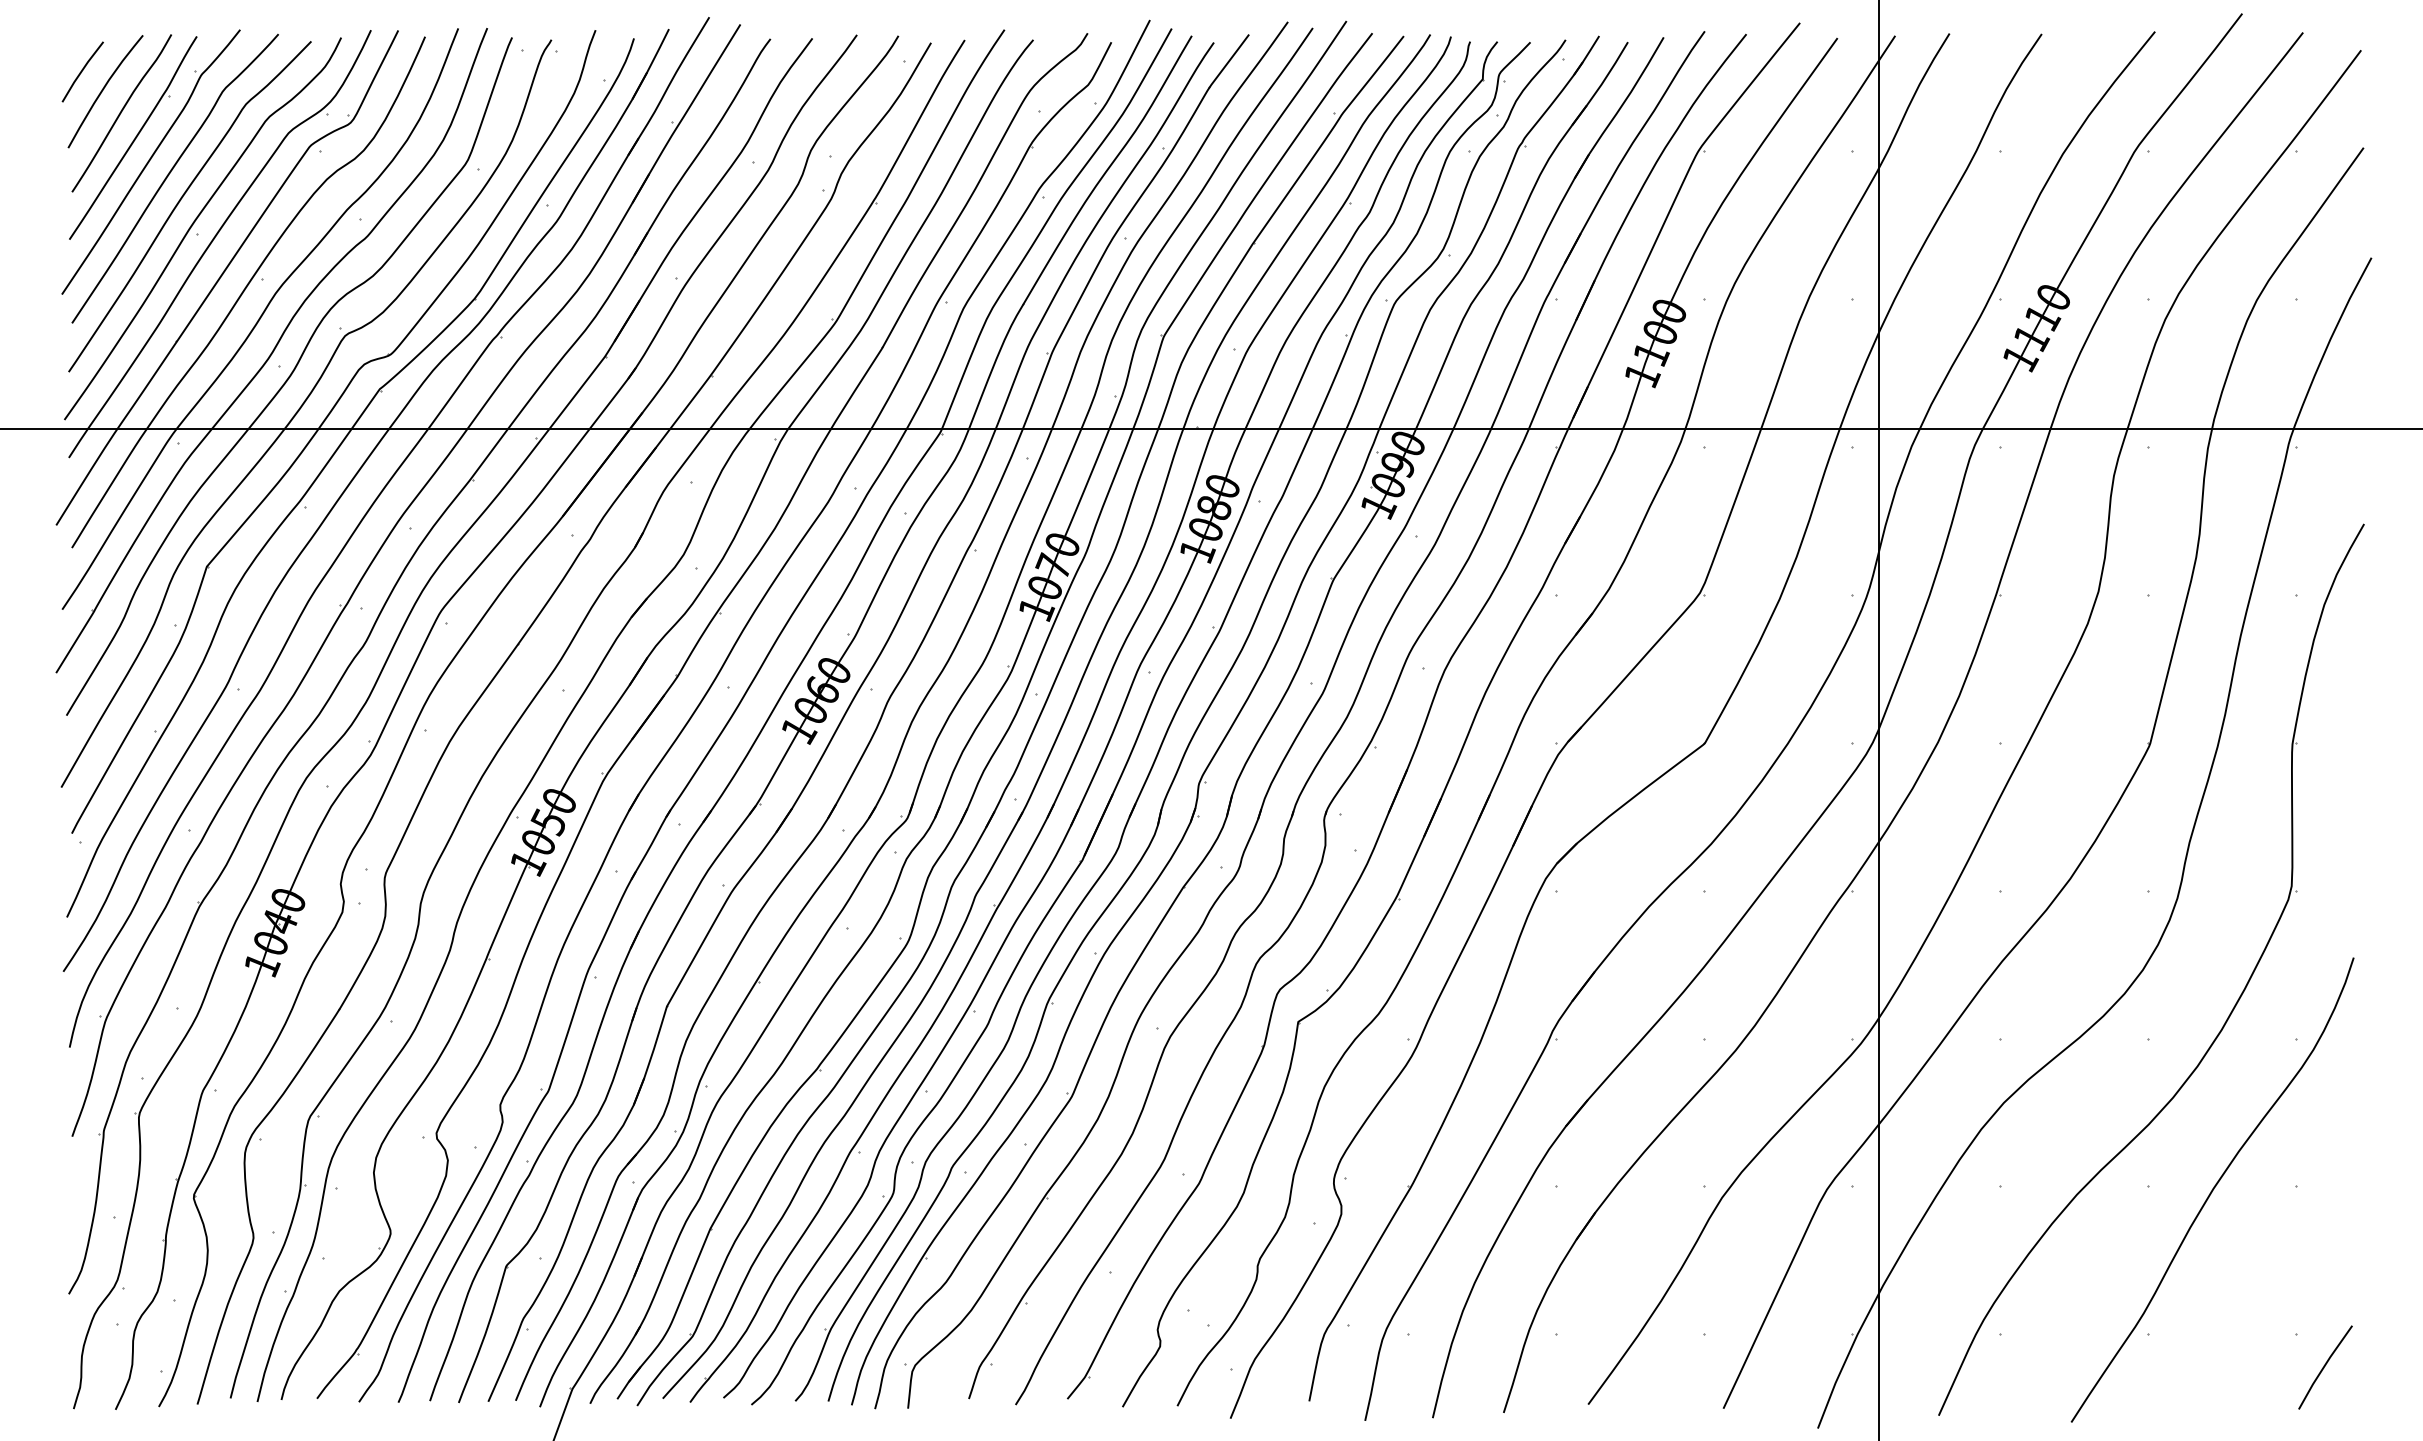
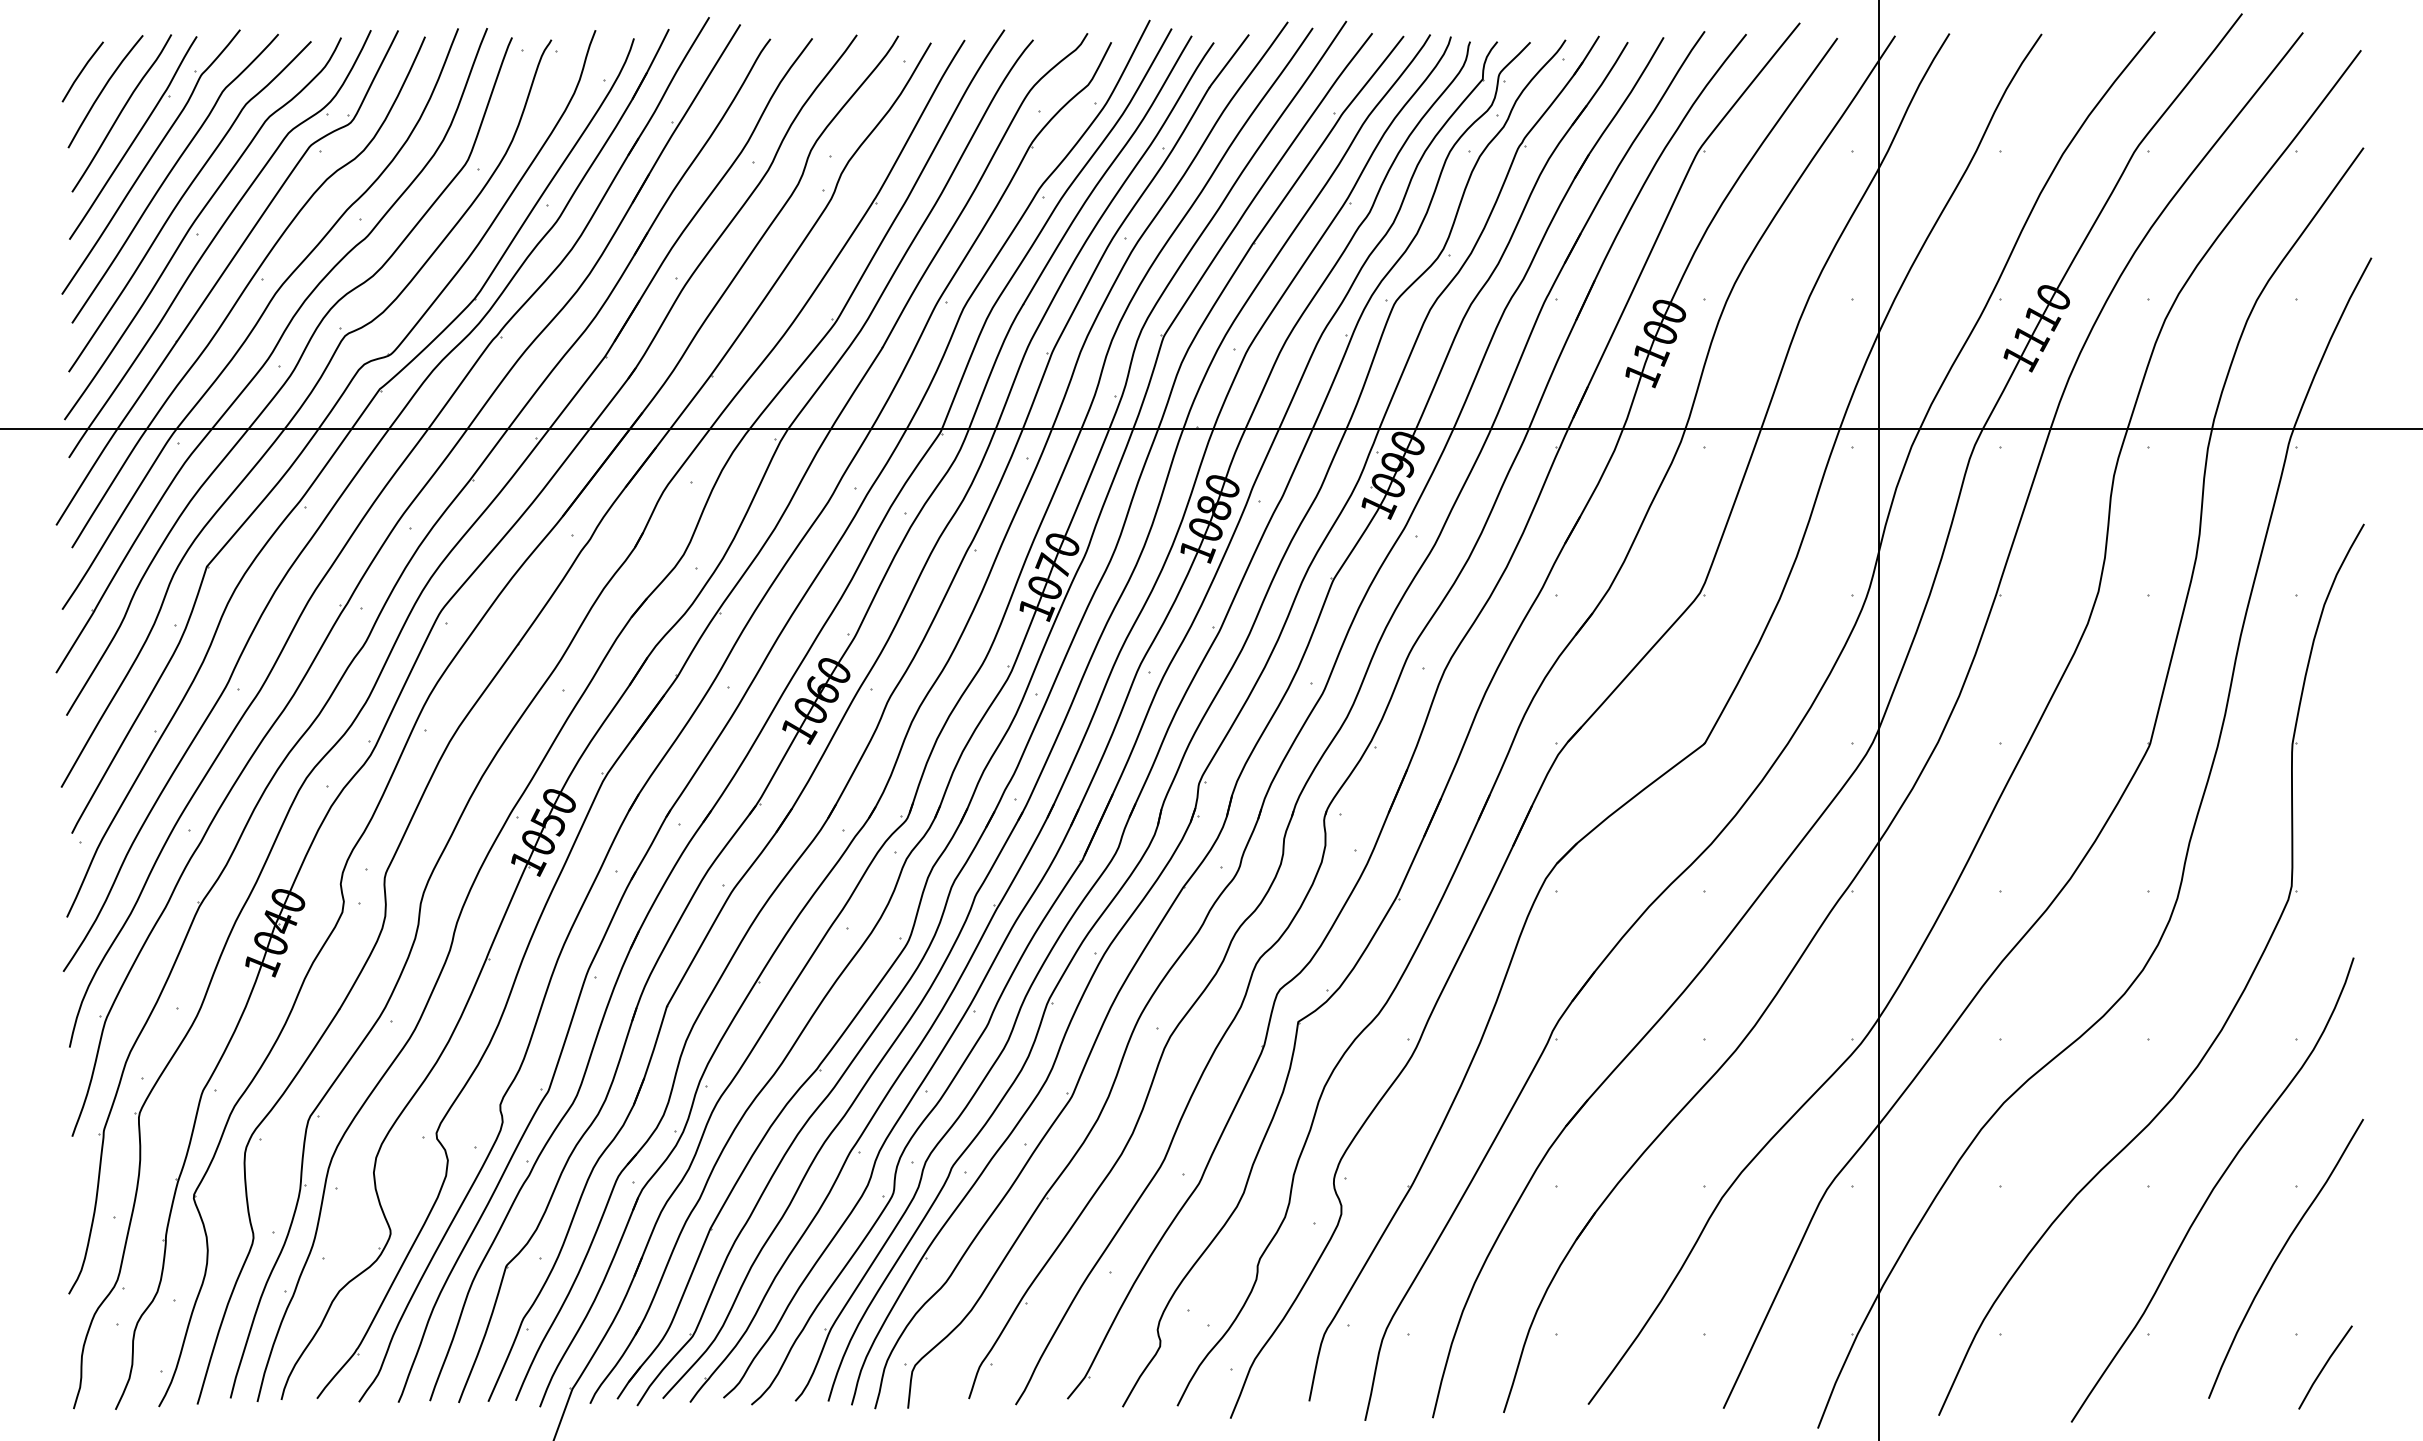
curve at (2279, 1256): none -> present
